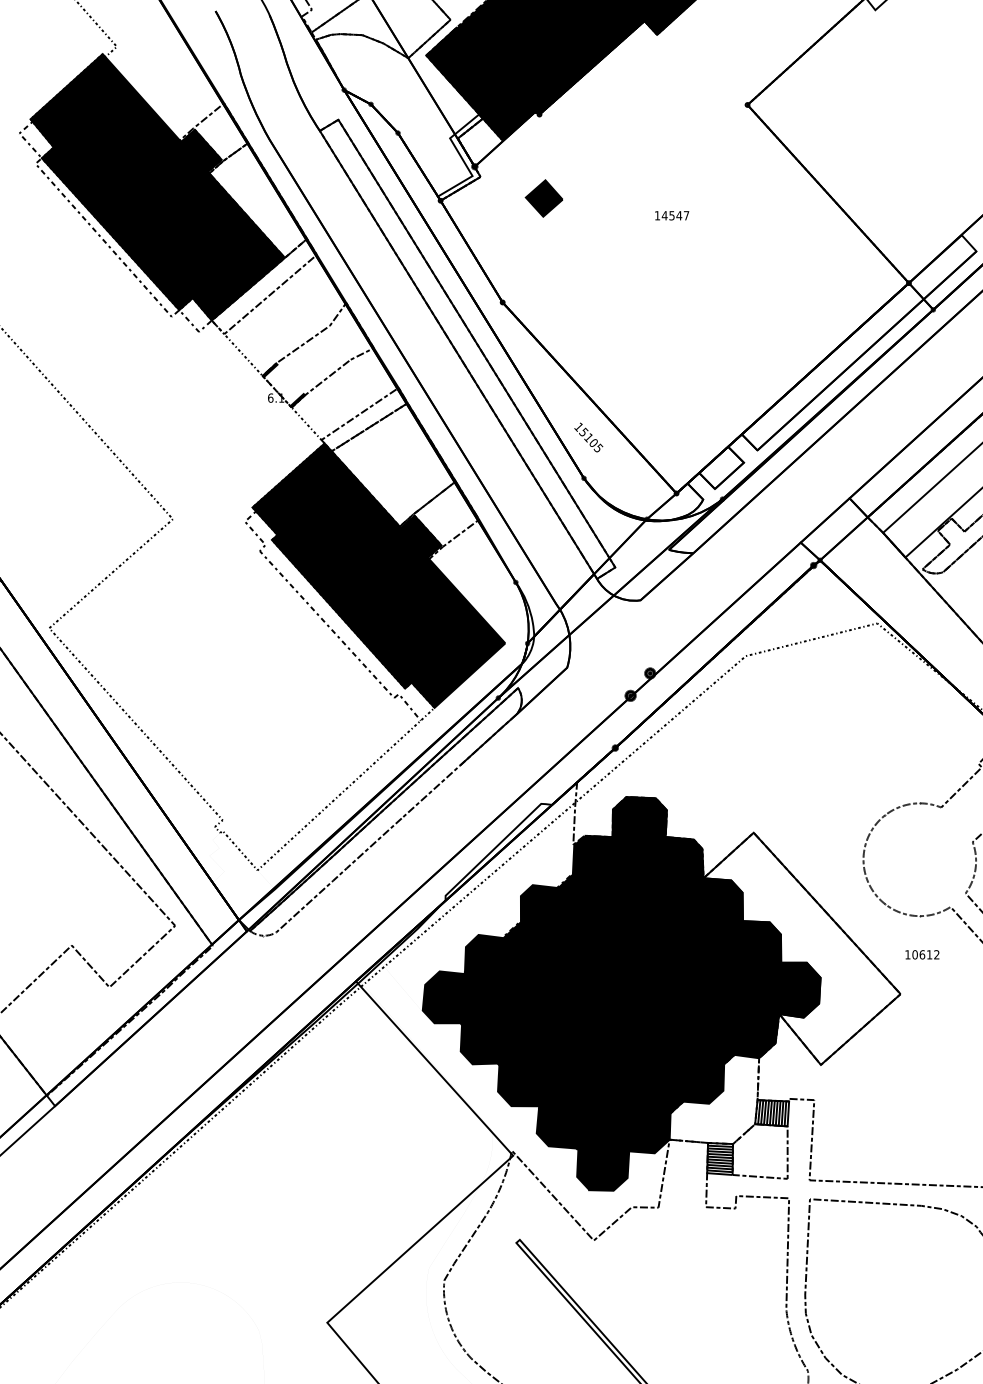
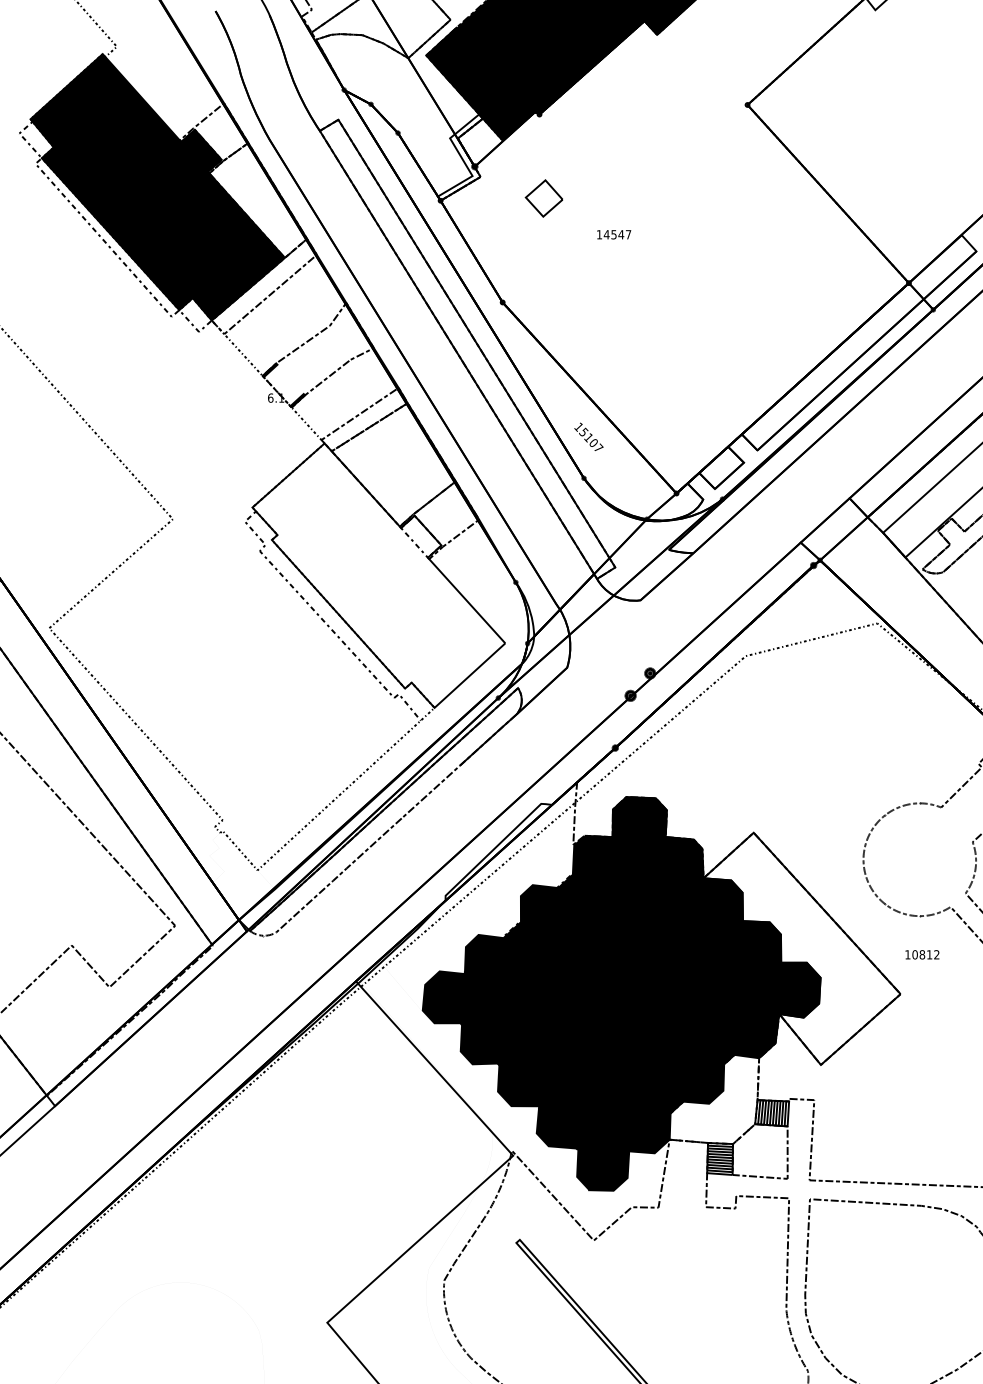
fill at (543, 198): present -> none
text at (672, 215) position: (672, 215) -> (614, 234)
text at (598, 447): 15105 -> 15107
fill at (378, 575): present -> none
text at (922, 954): 10612 -> 10812
